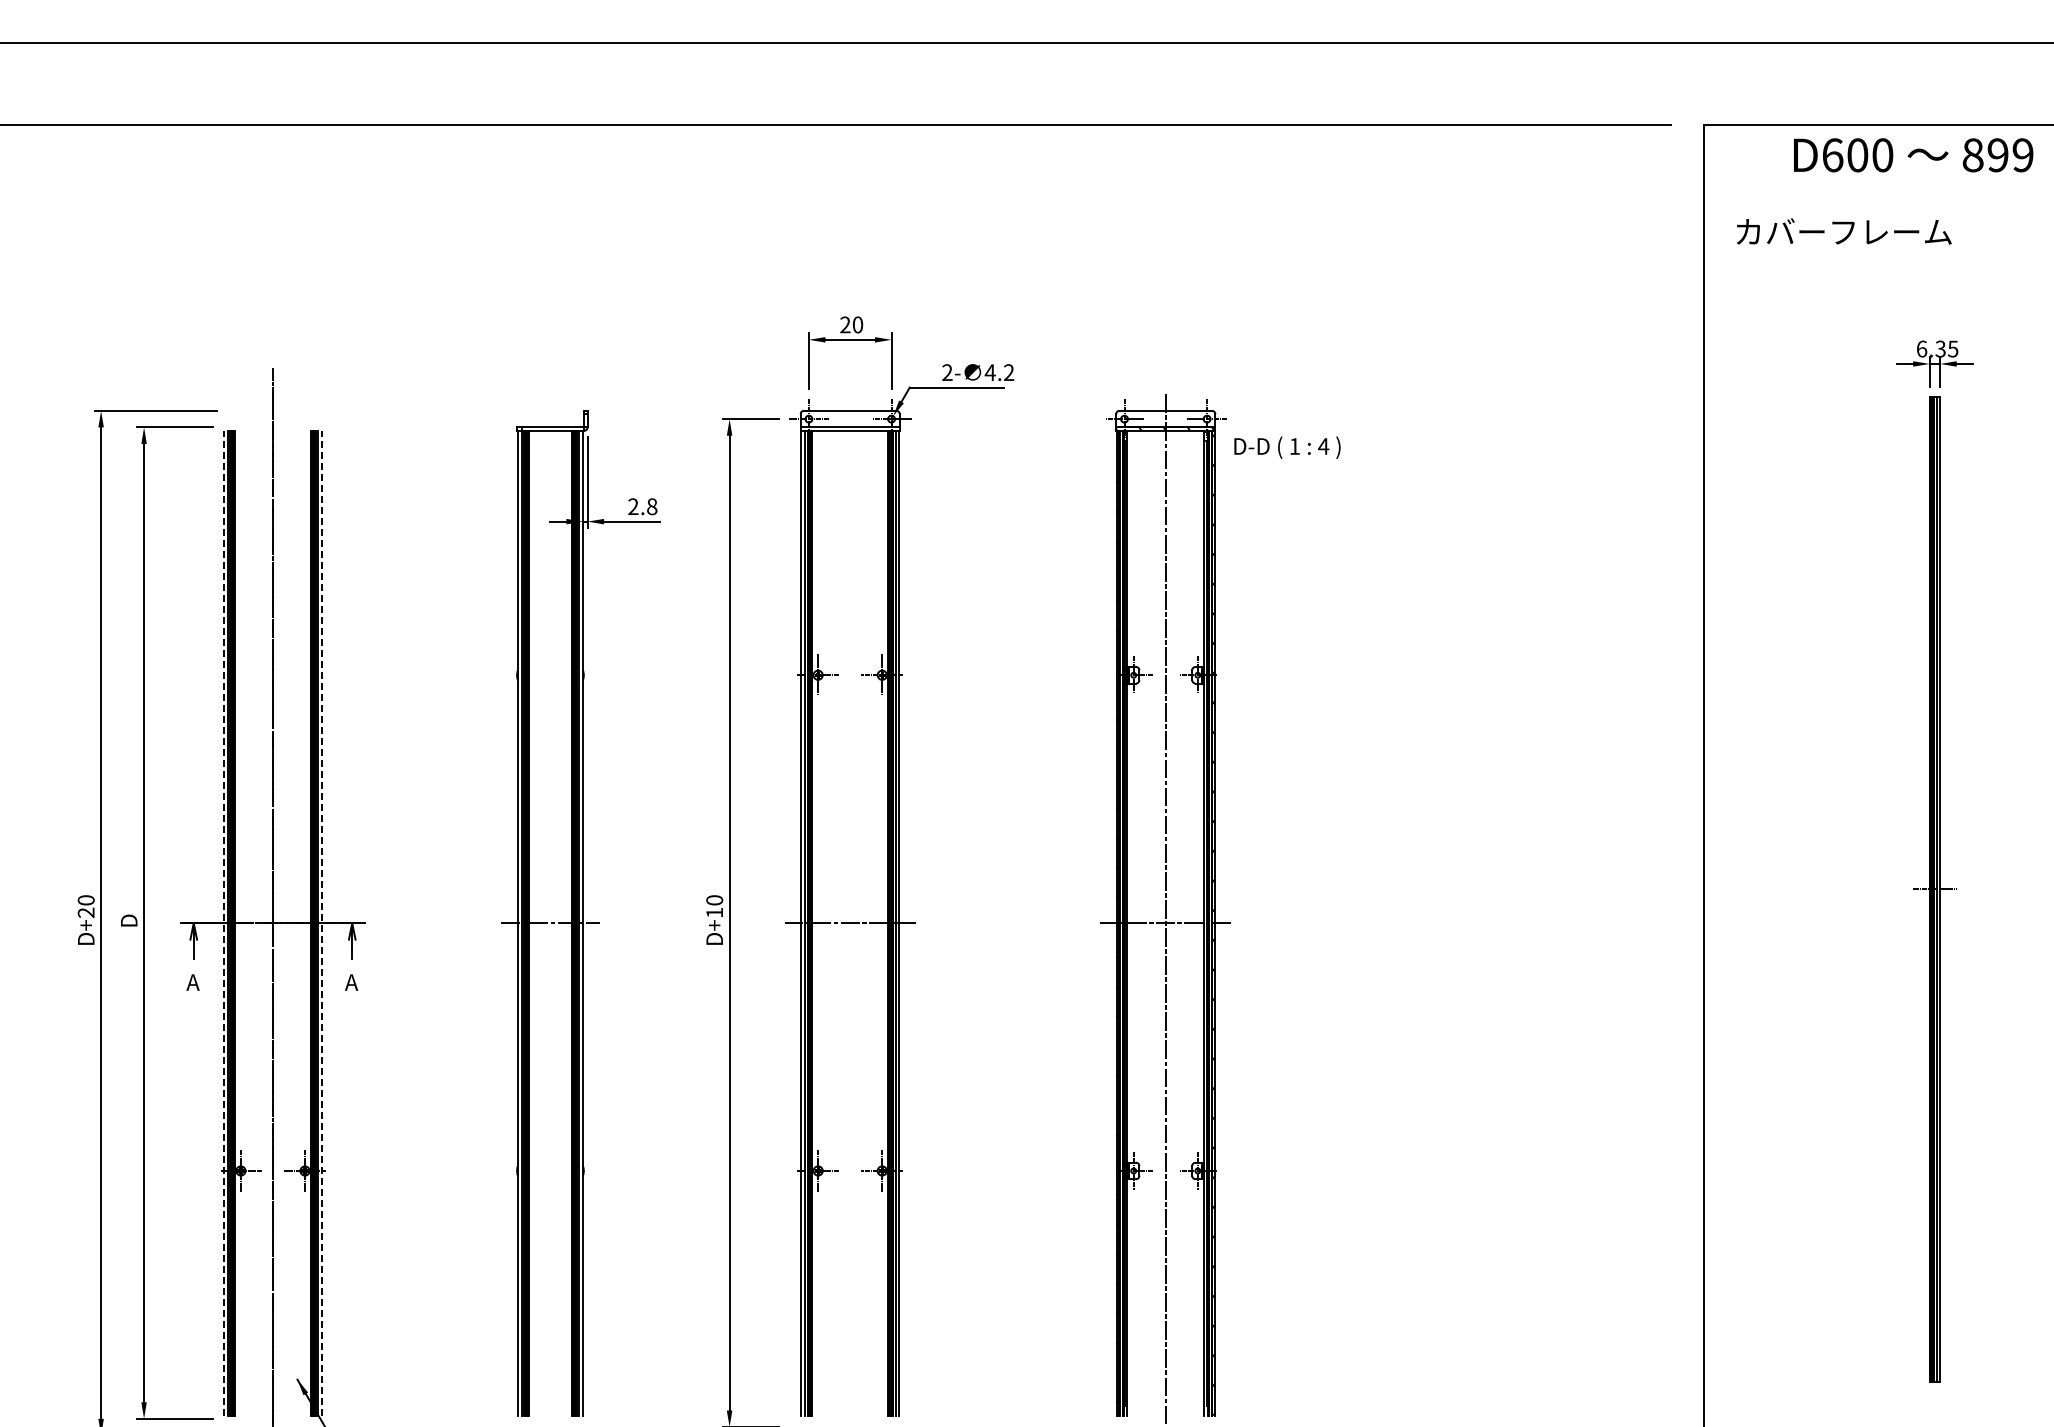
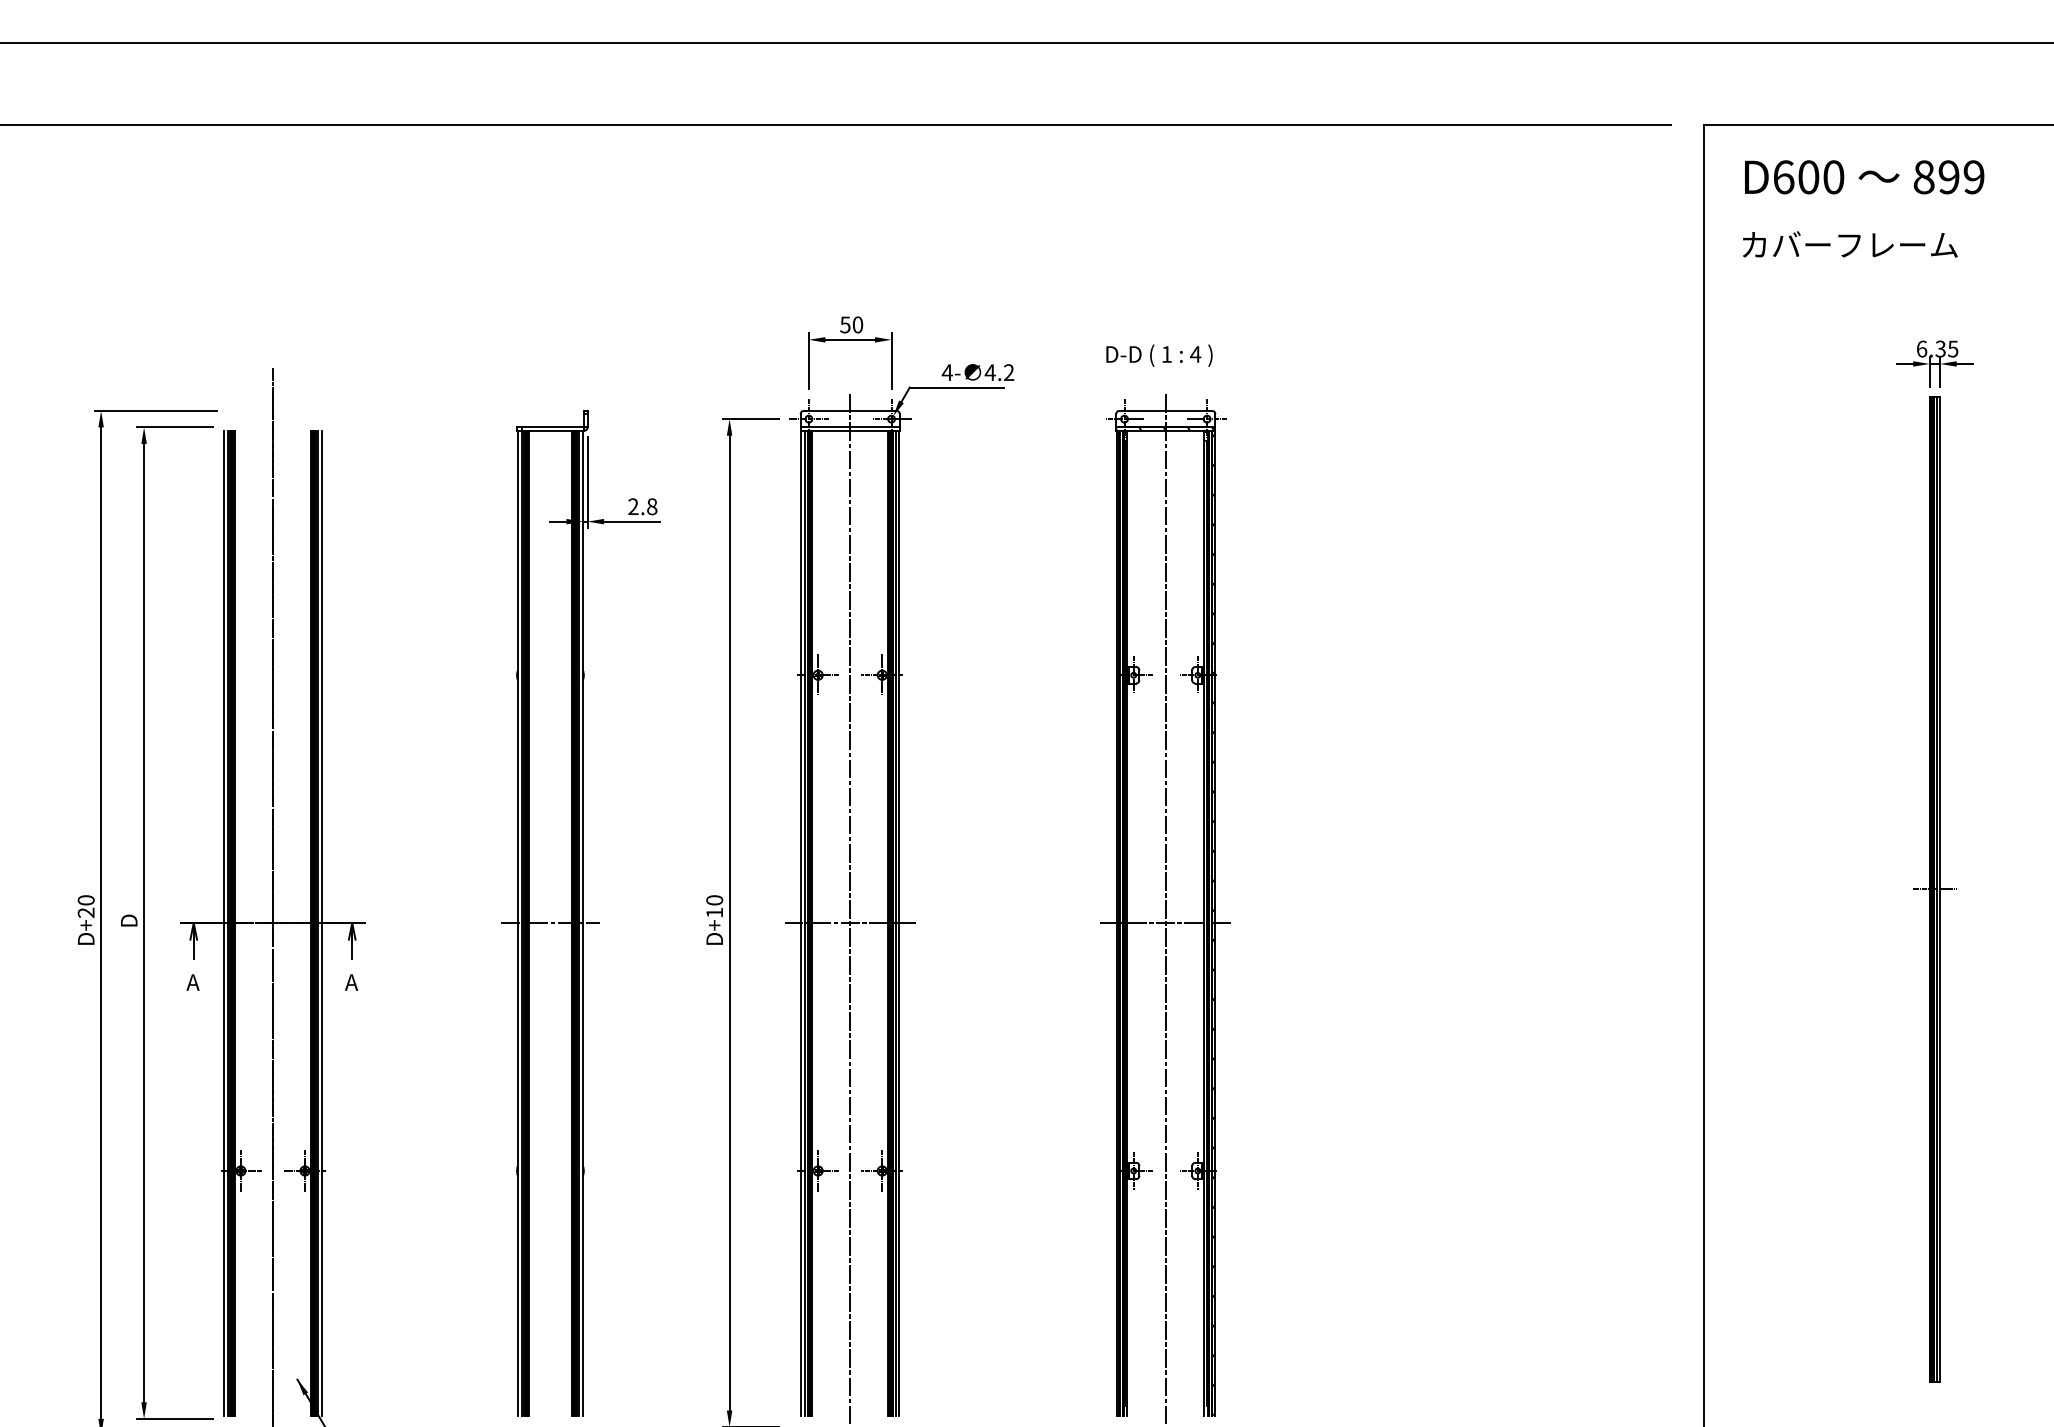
text at (1913, 155) position: (1913, 155) -> (1864, 177)
text at (1844, 231) position: (1844, 231) -> (1850, 244)
text at (845, 324): 20 -> 50
text at (947, 372): 2- -> 4-
text at (1287, 447) position: (1287, 447) -> (1159, 355)
line at (850, 908): none -> present
line at (223, 922): dashed -> solid
line at (322, 922): dashed -> solid
